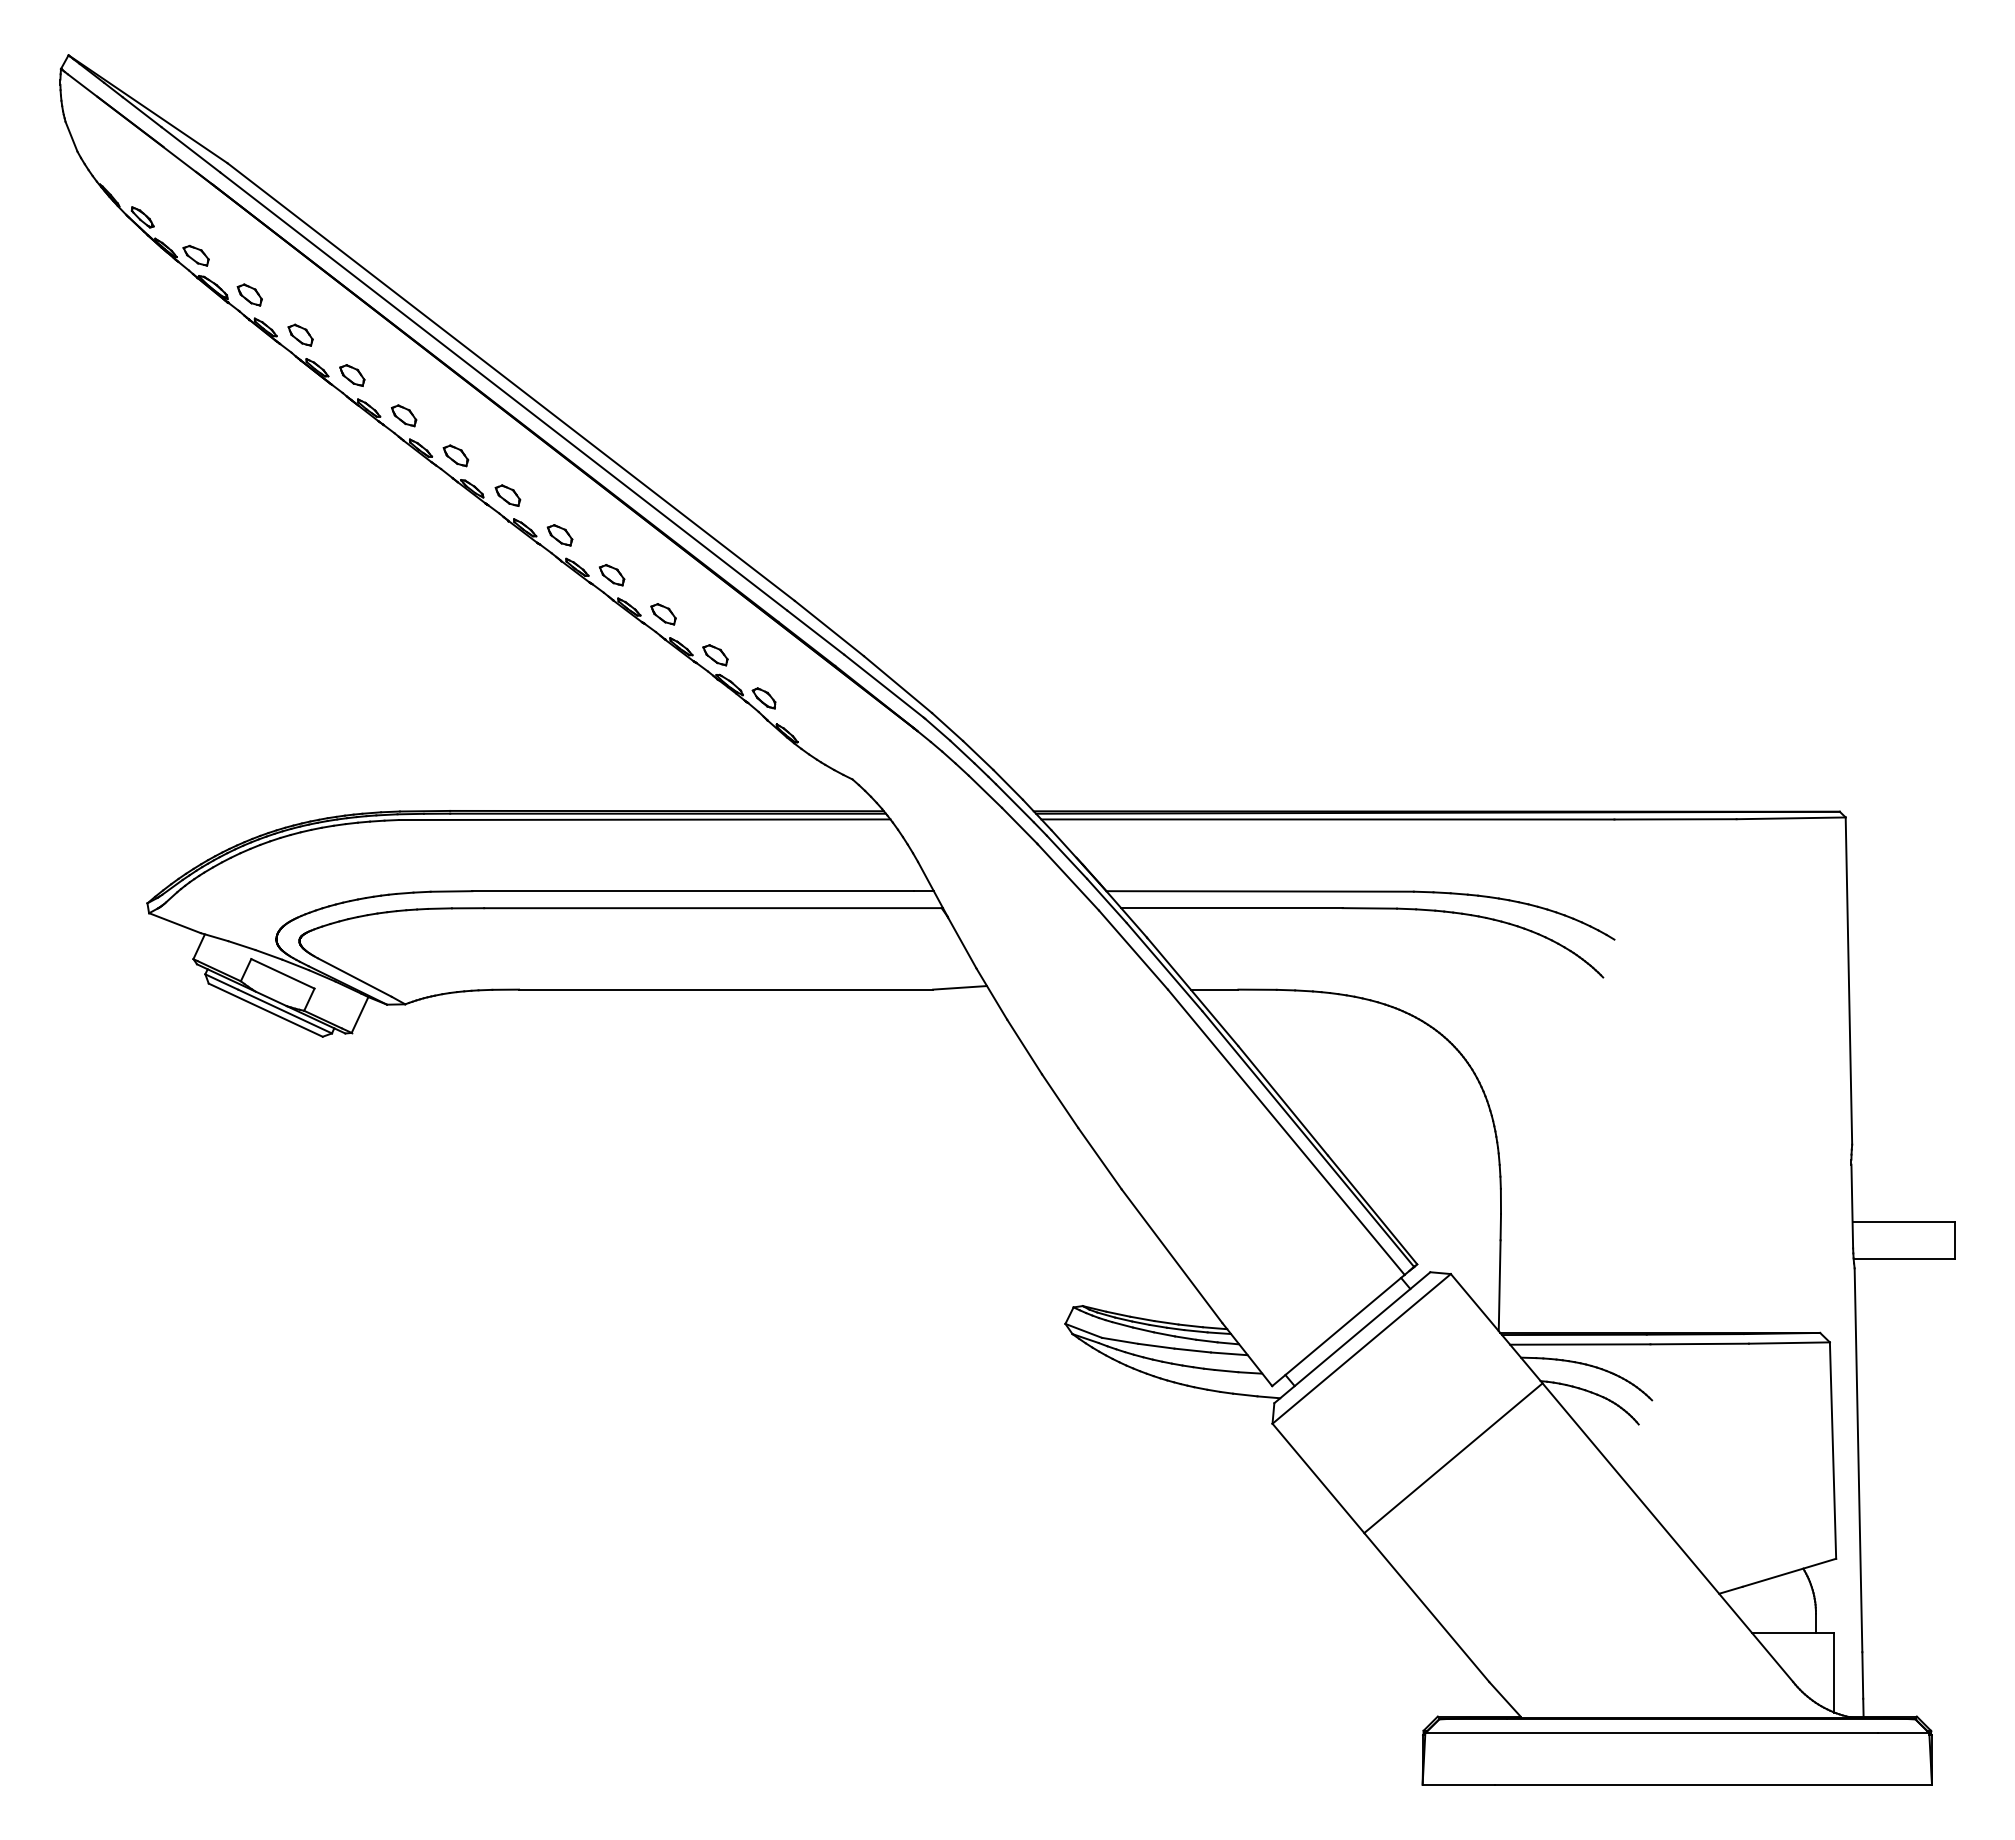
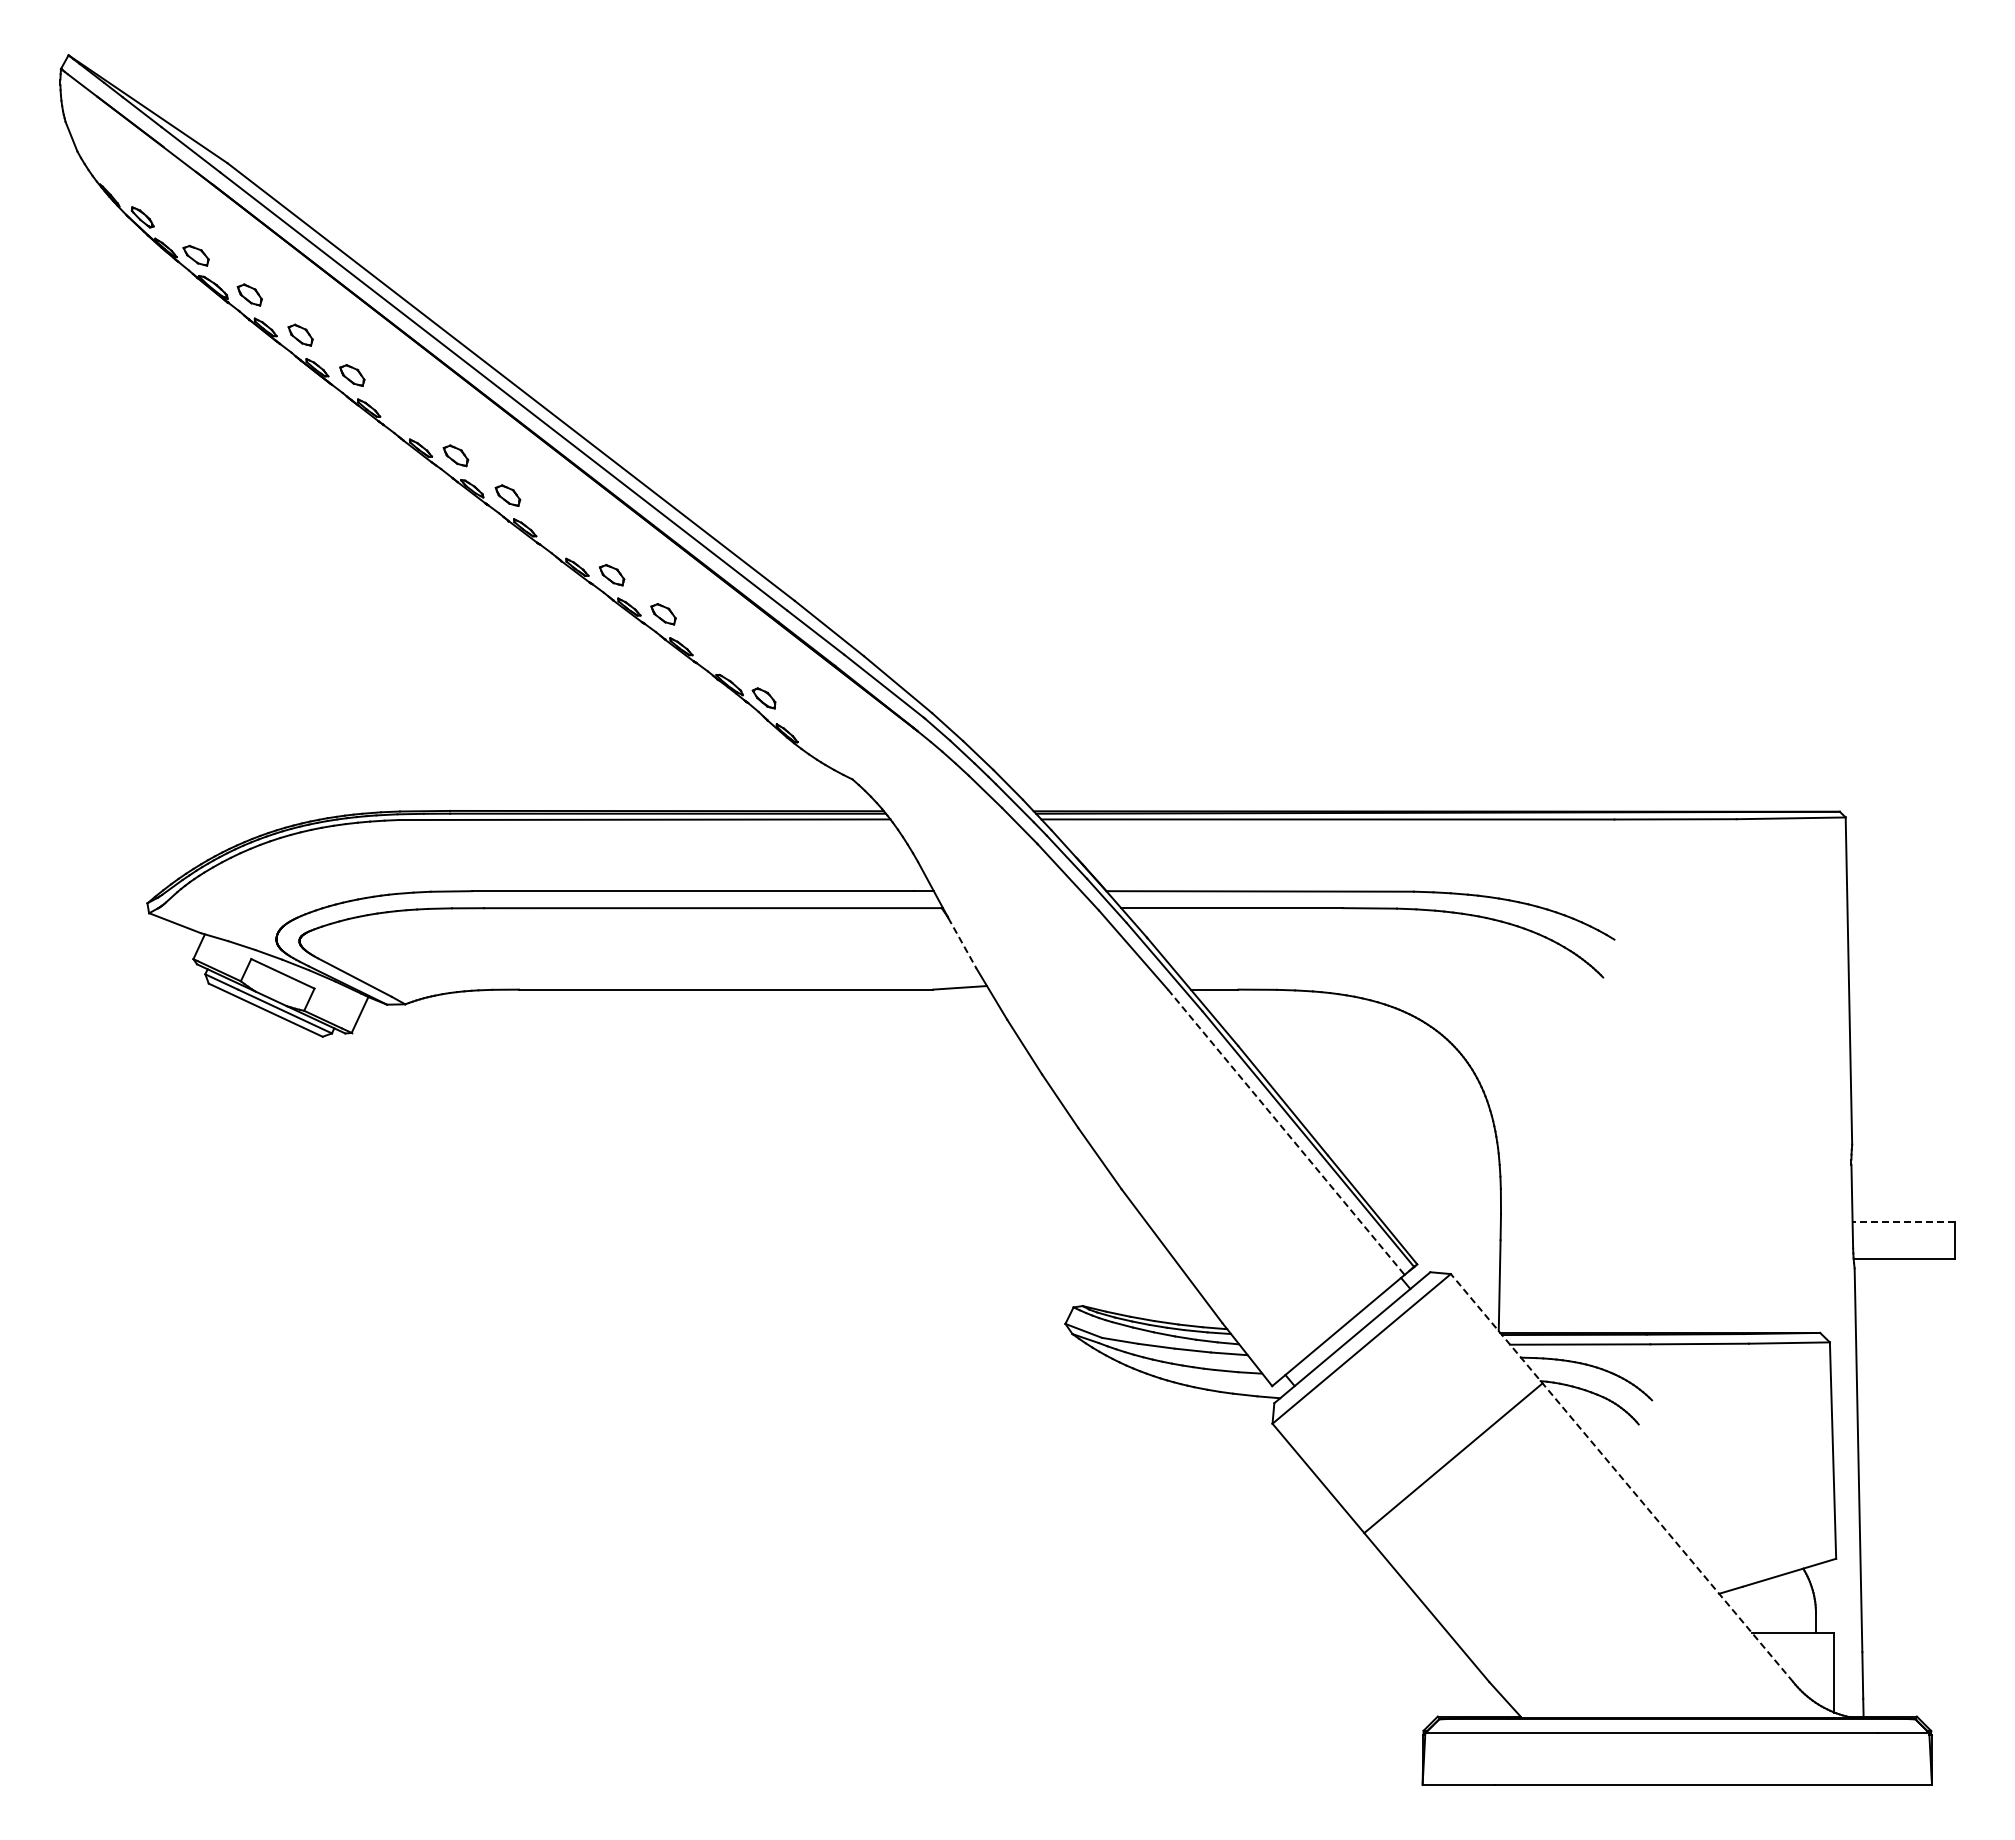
part at (403, 415): present -> none
part at (559, 535): present -> none
part at (715, 655): present -> none
line at (962, 943): solid -> dashed
line at (1286, 1132): solid -> dashed
line at (1903, 1222): solid -> dashed
line at (1621, 1477): solid -> dashed
